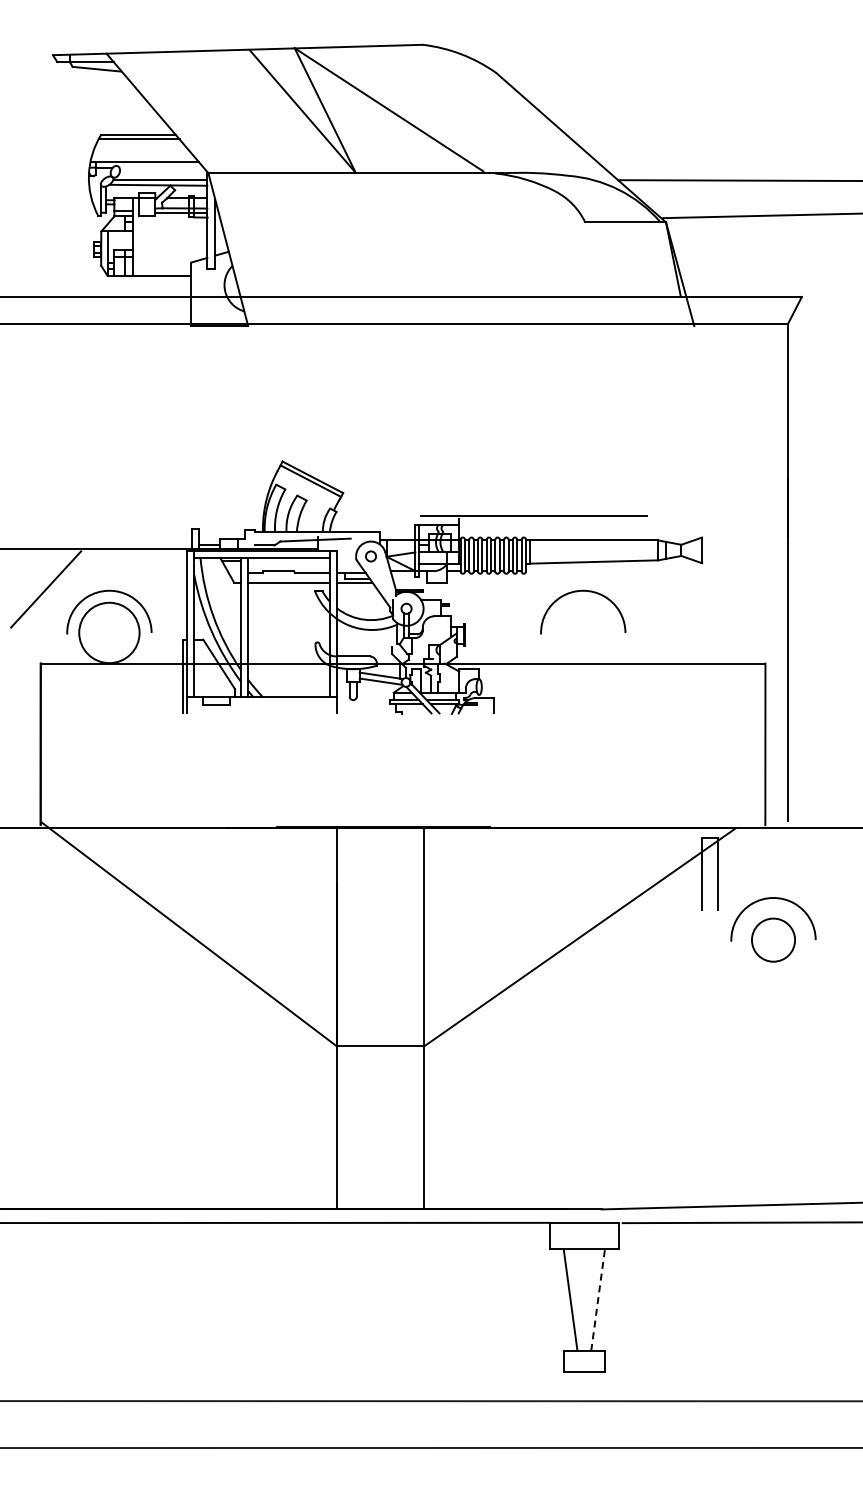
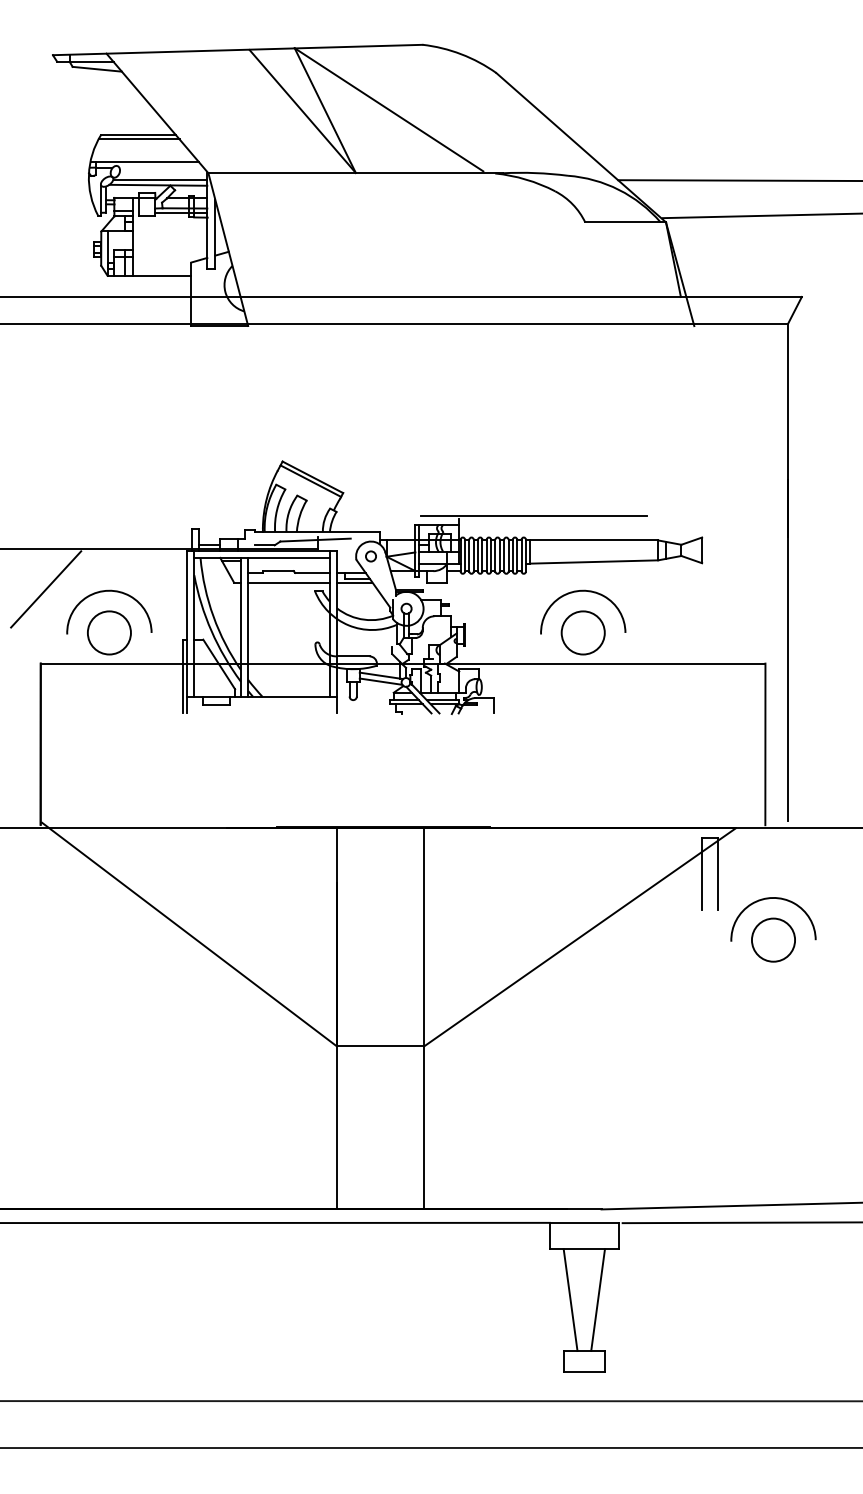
circle at (109, 632) diameter: 60 px -> 43 px
circle at (582, 632): none -> present
line at (598, 1299): dashed -> solid
